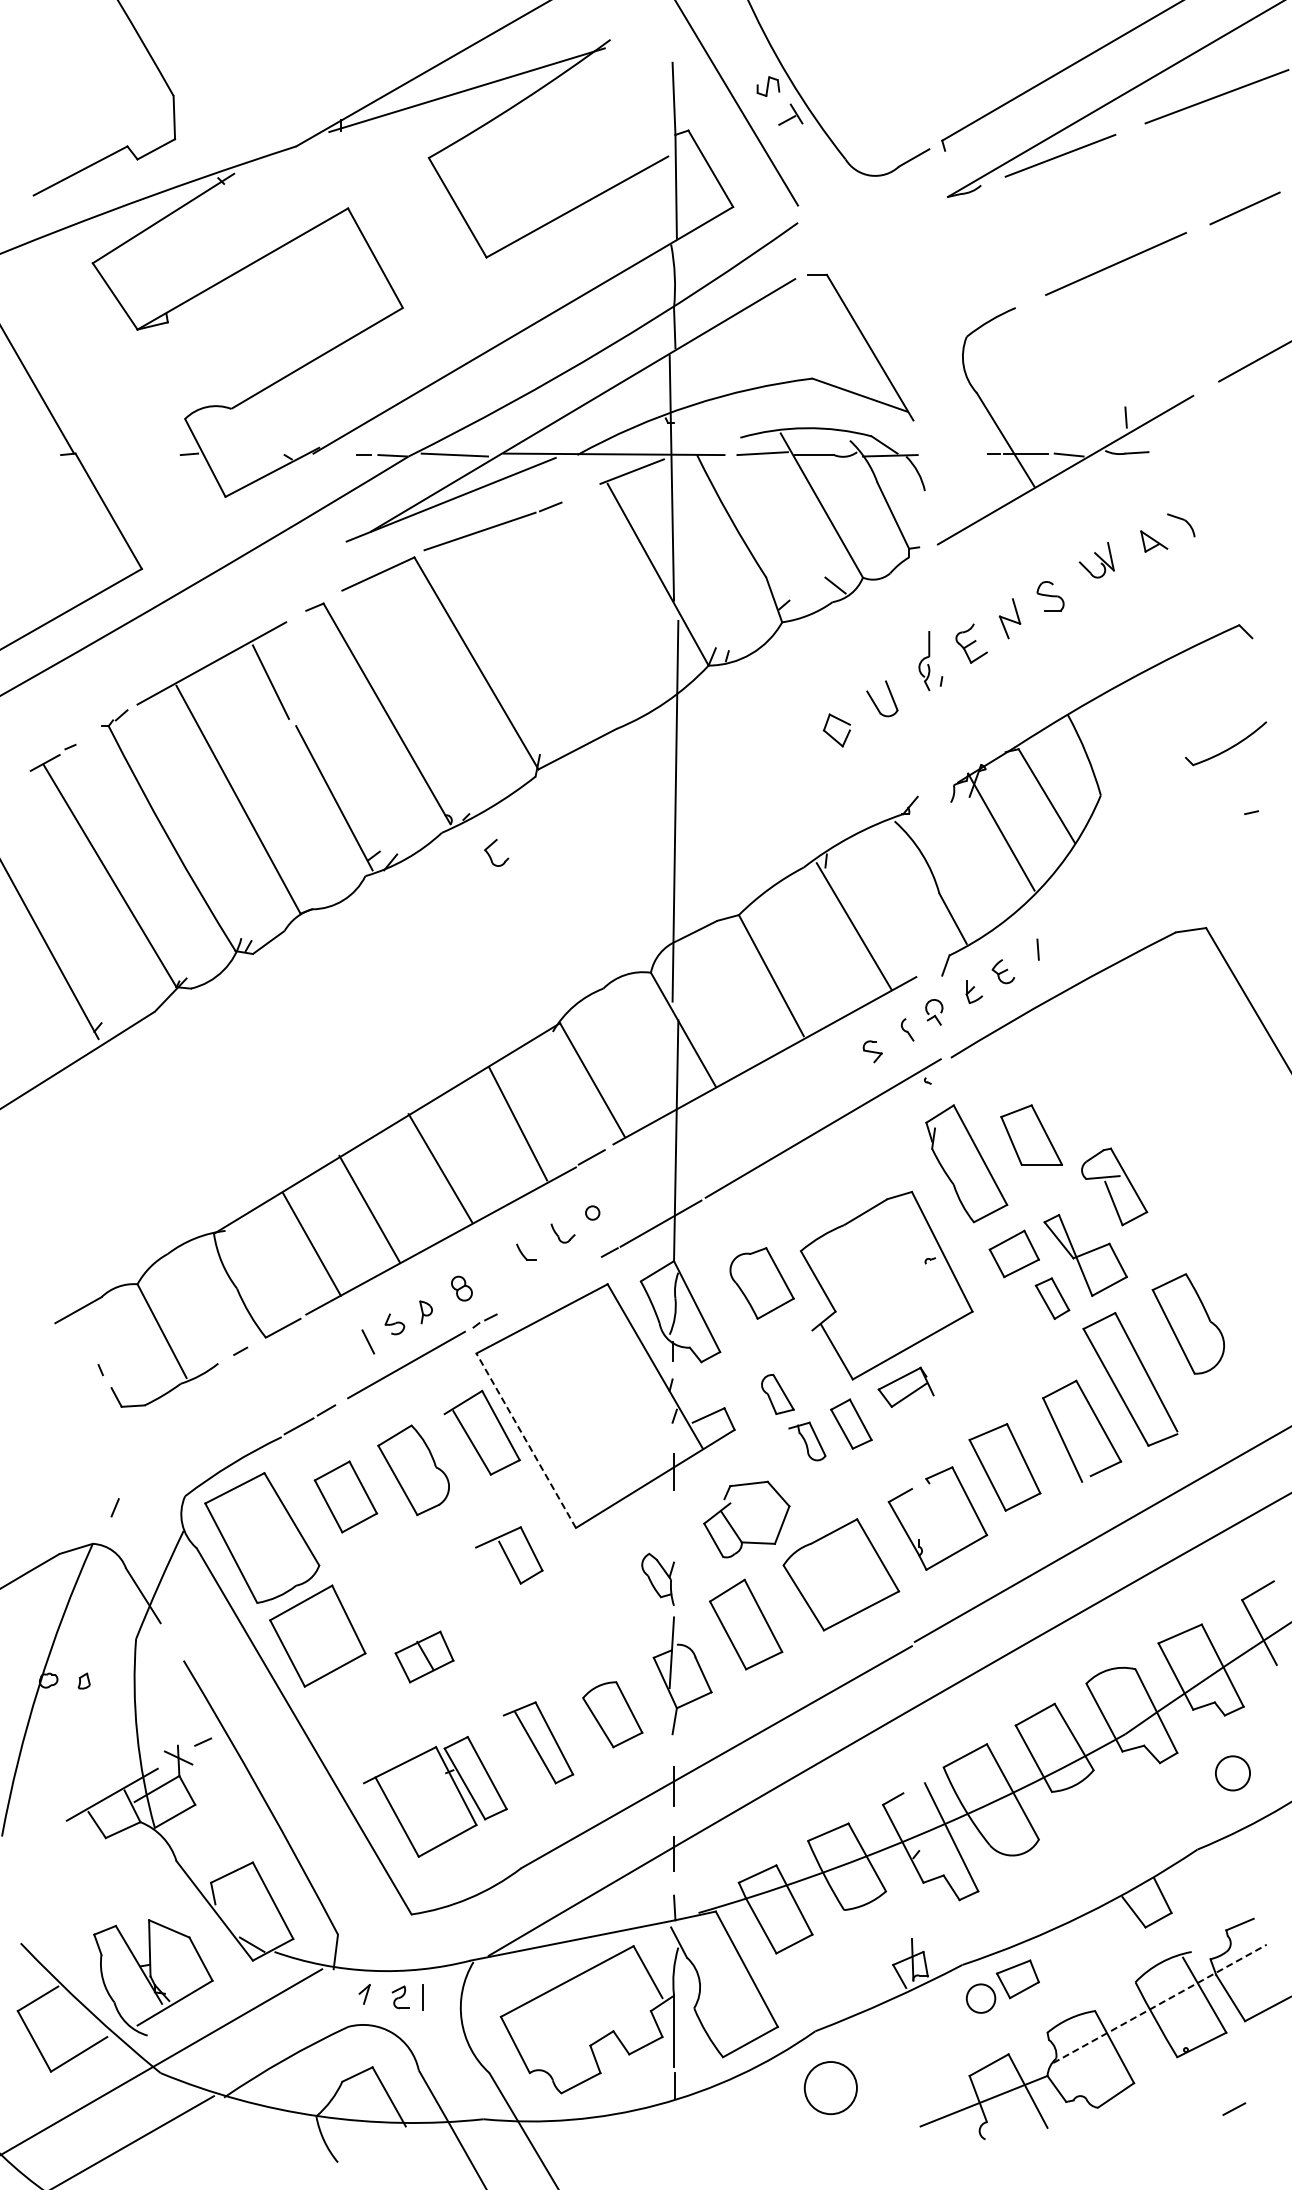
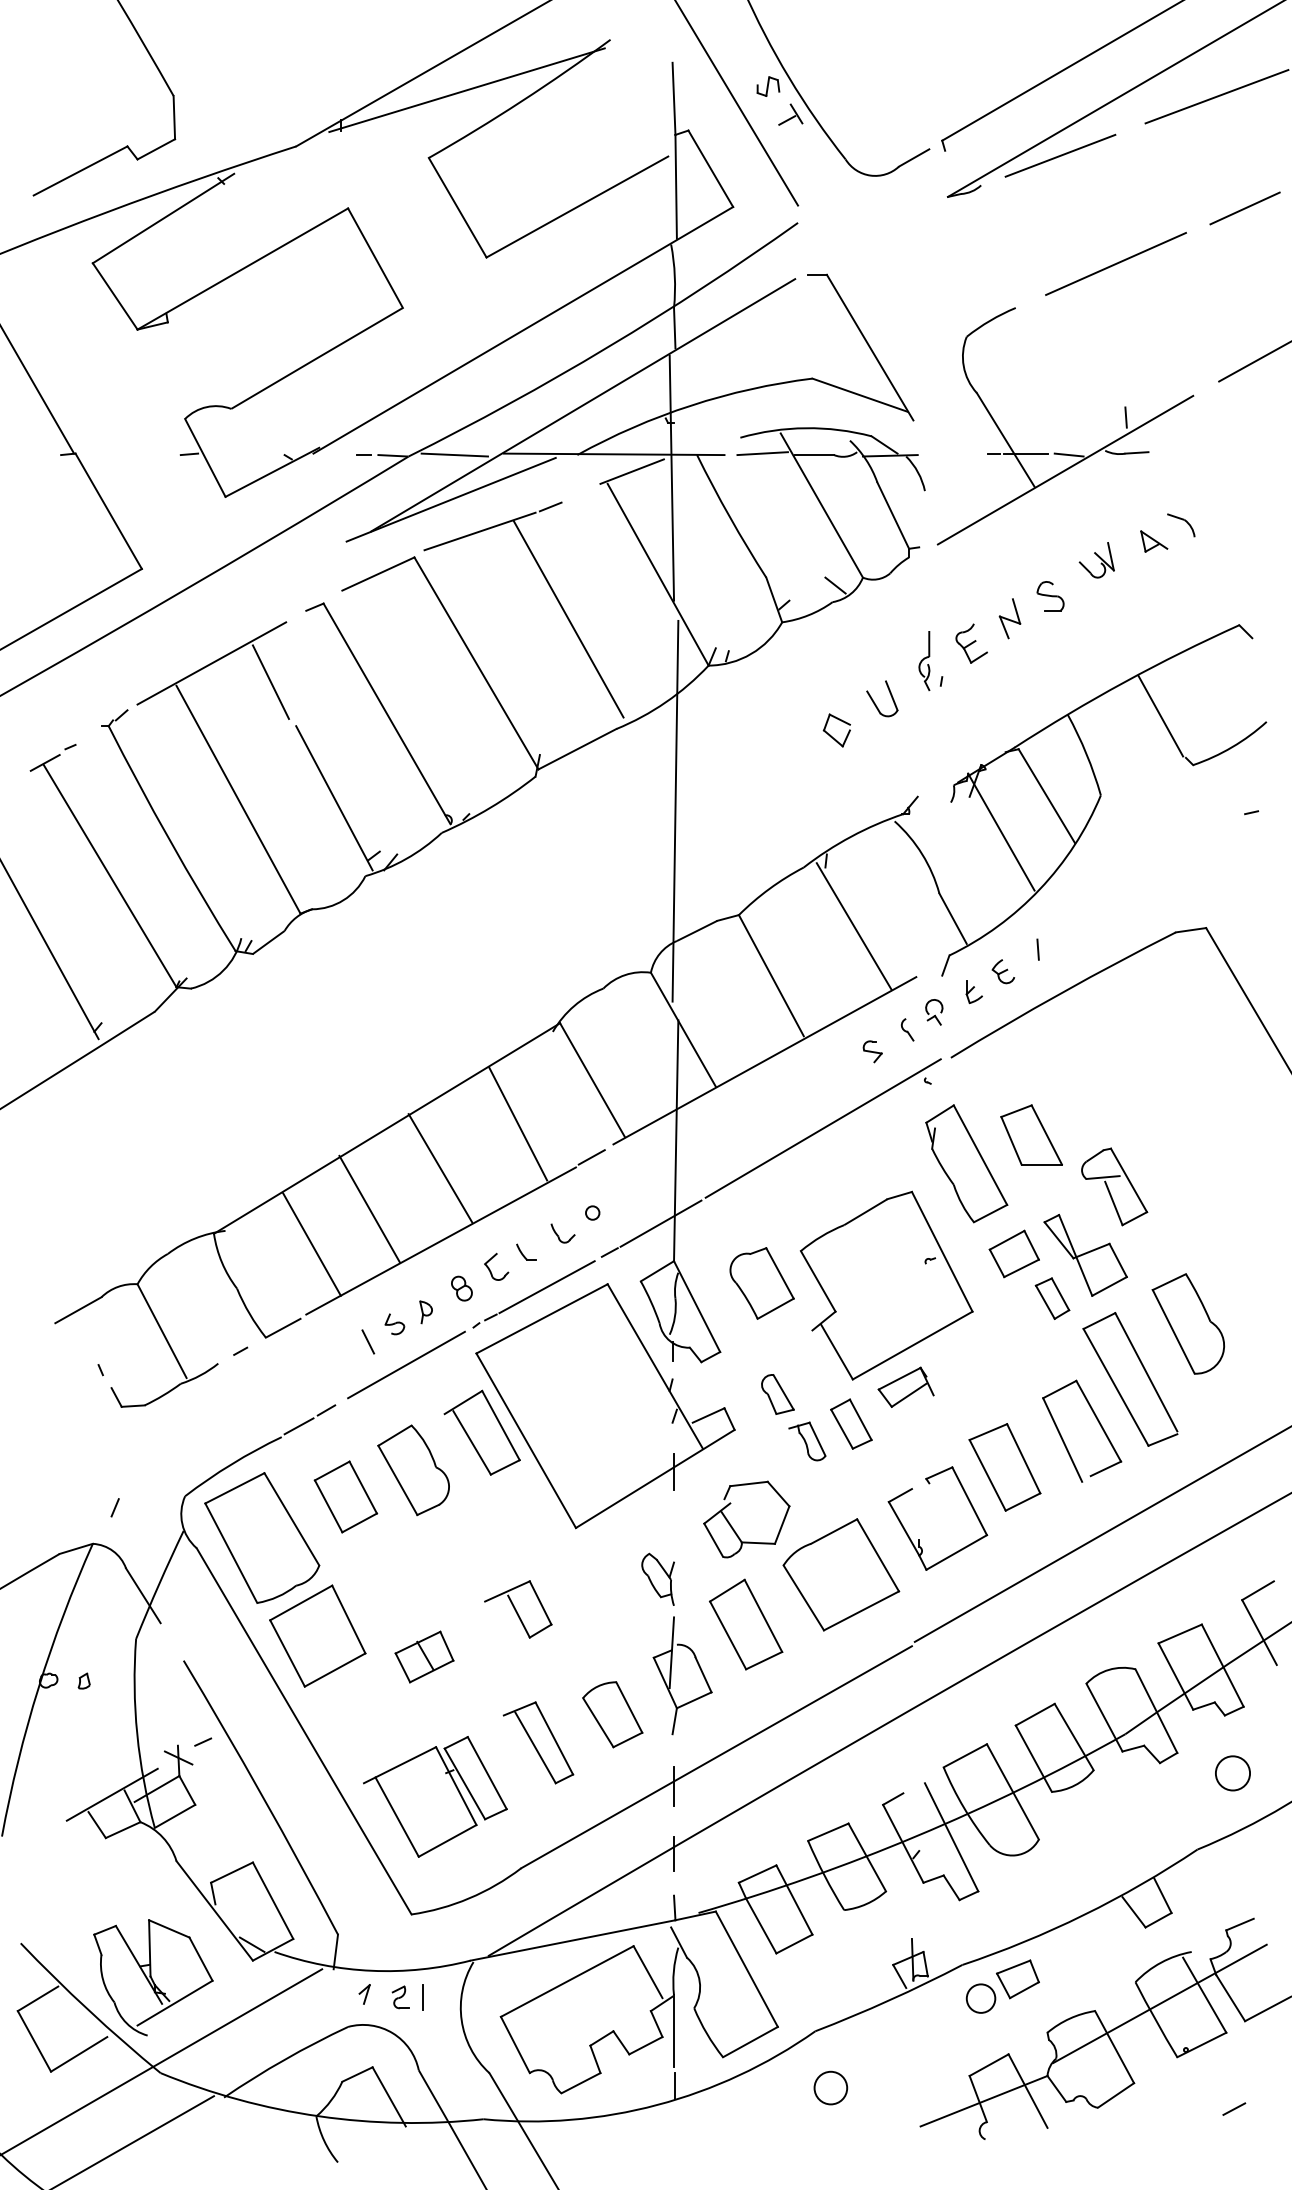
line at (568, 619): none -> present
line at (1160, 715): none -> present
part at (490, 855) position: (490, 855) -> (490, 1269)
line at (546, 1287): none -> present
line at (525, 1440): dashed -> solid
part at (509, 1555) position: (509, 1555) -> (518, 1609)
line at (1160, 2003): dashed -> solid
circle at (830, 2088) diameter: 52 px -> 33 px
